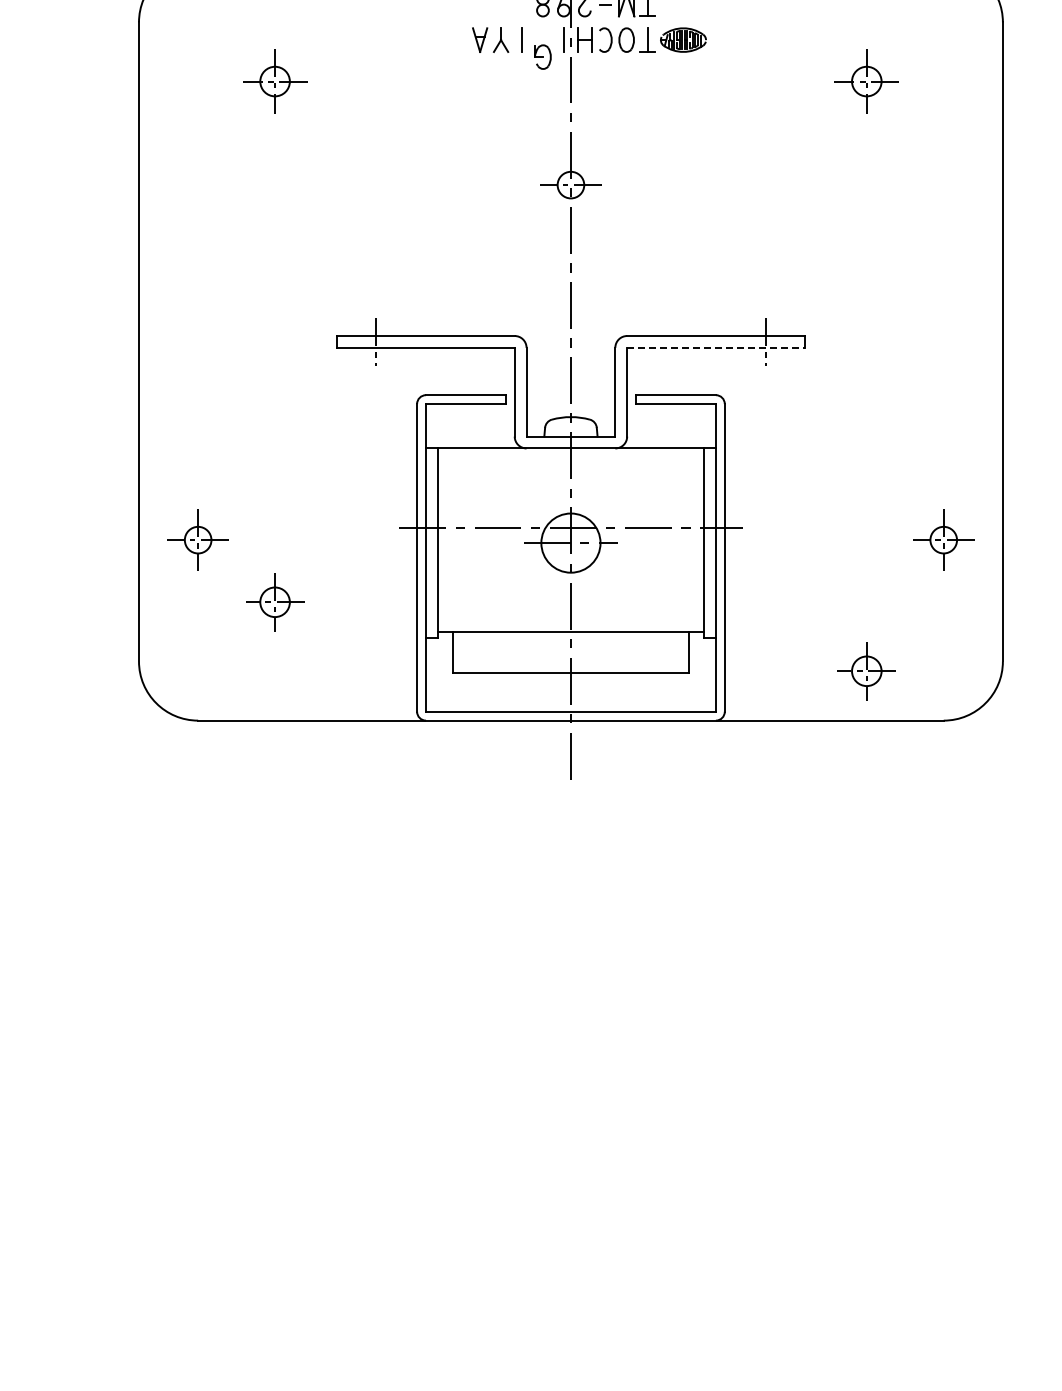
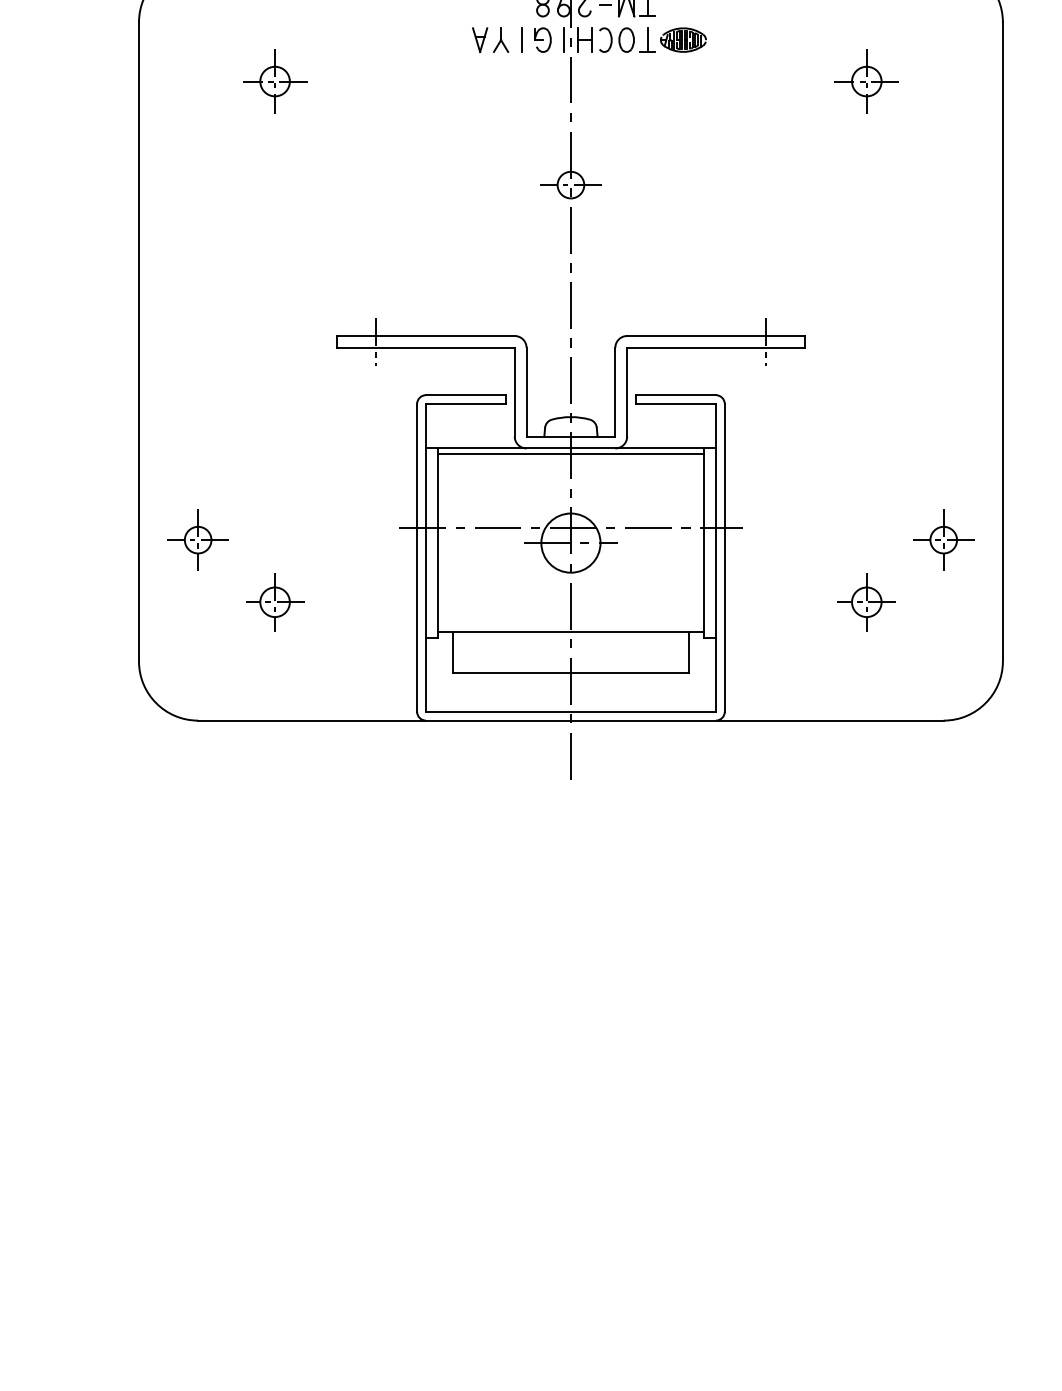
part at (542, 56) position: (542, 56) -> (542, 39)
line at (715, 347): dashed -> solid
line at (570, 454): none -> present
part at (866, 671) position: (866, 671) -> (866, 602)
